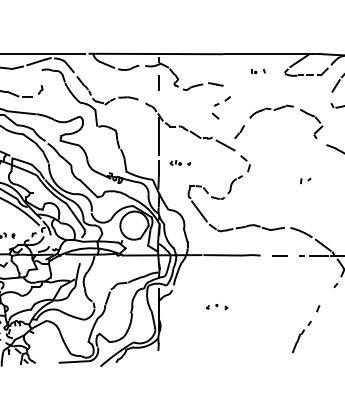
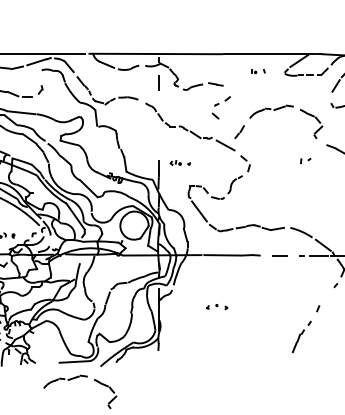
line at (159, 136): present -> none
part at (305, 180) position: (305, 180) -> (305, 160)
part at (76, 378): none -> present
